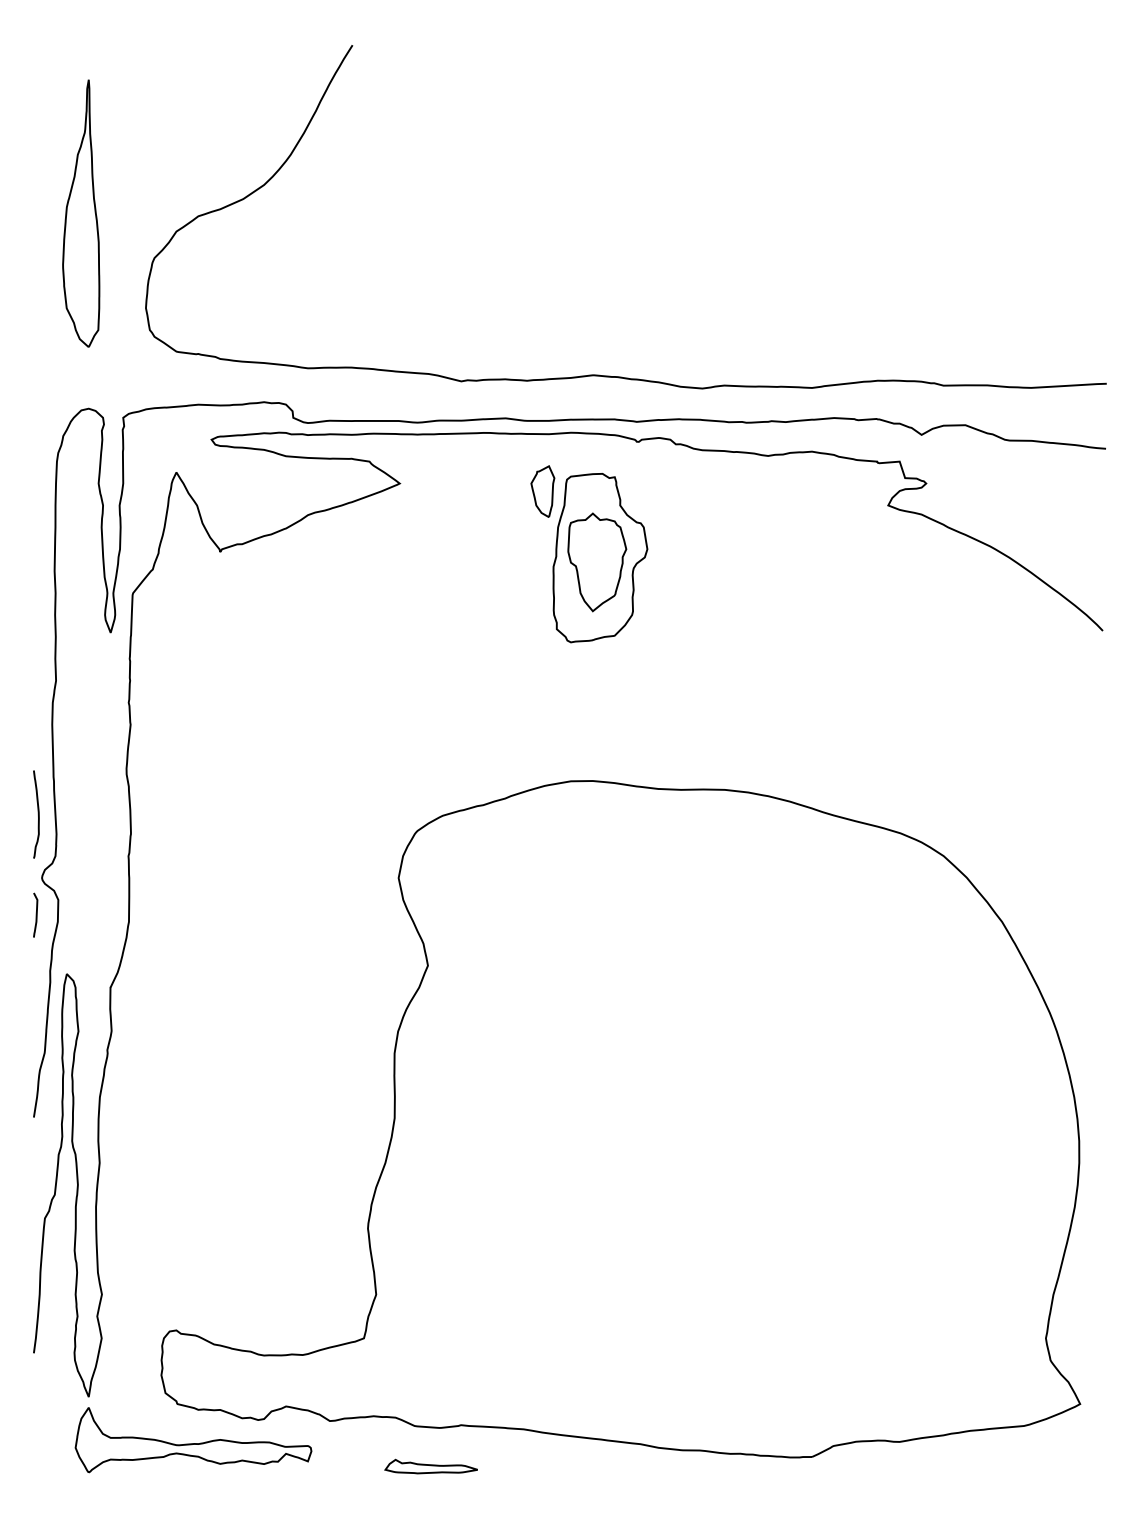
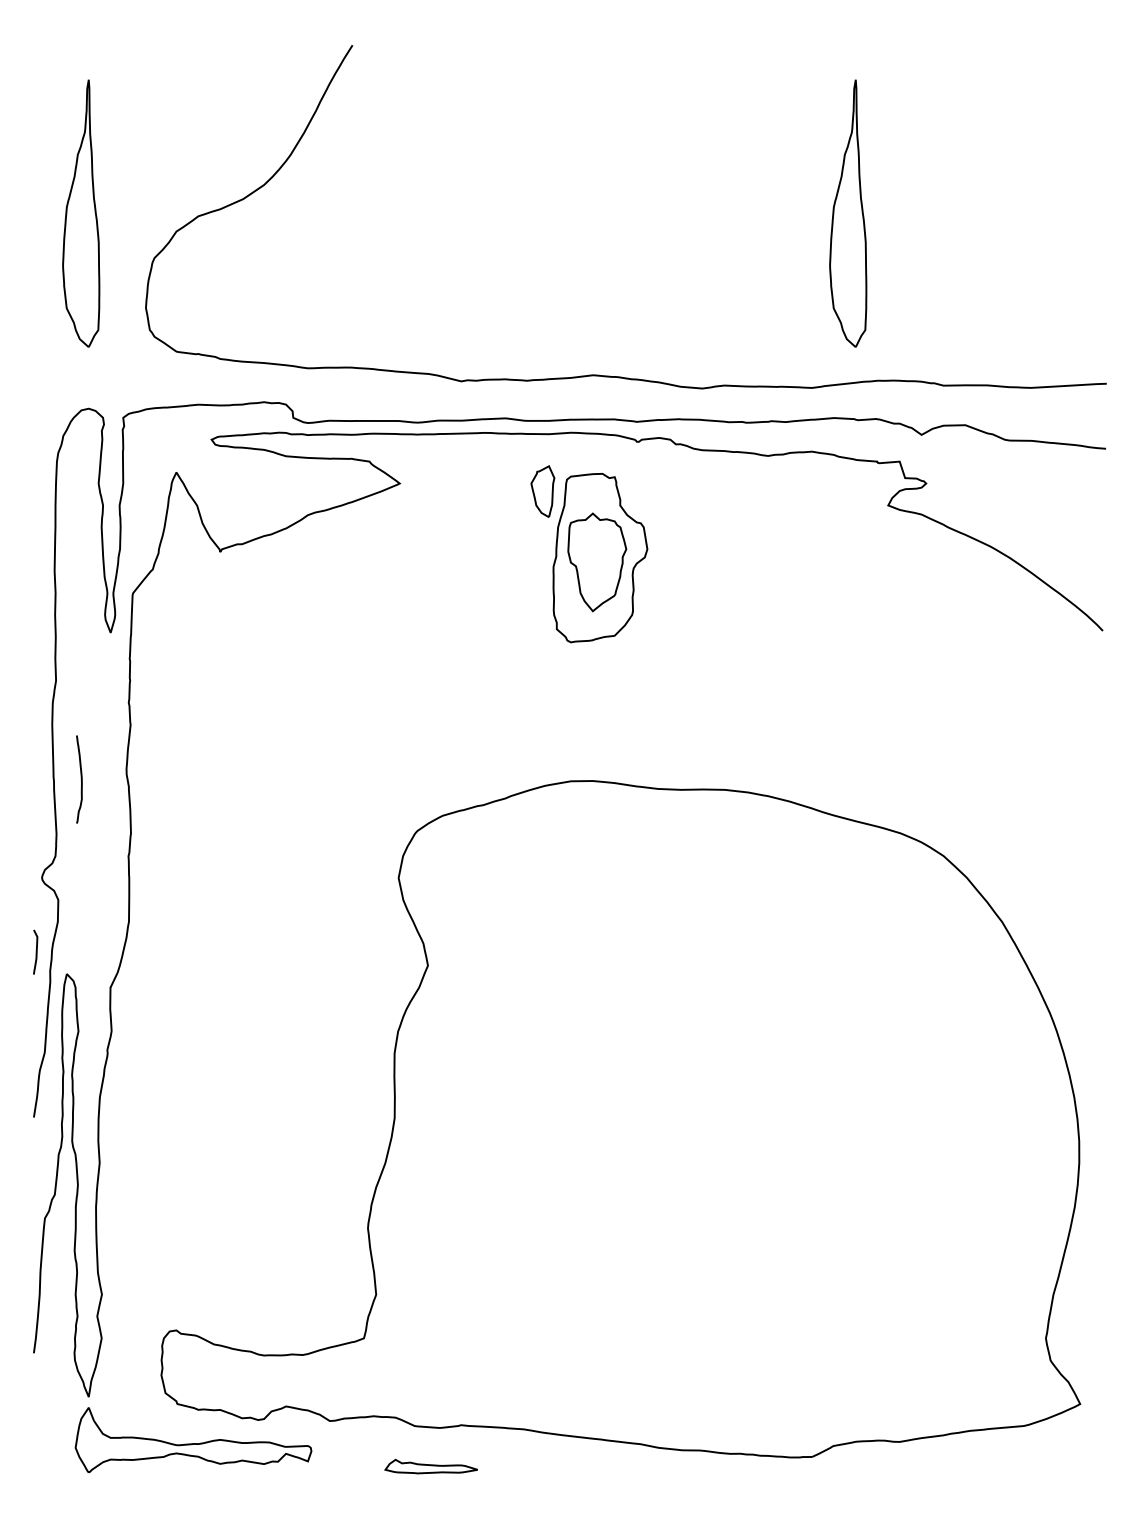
part at (848, 213): none -> present
curve at (37, 814) position: (37, 814) -> (80, 779)
curve at (35, 914) position: (35, 914) -> (35, 951)
